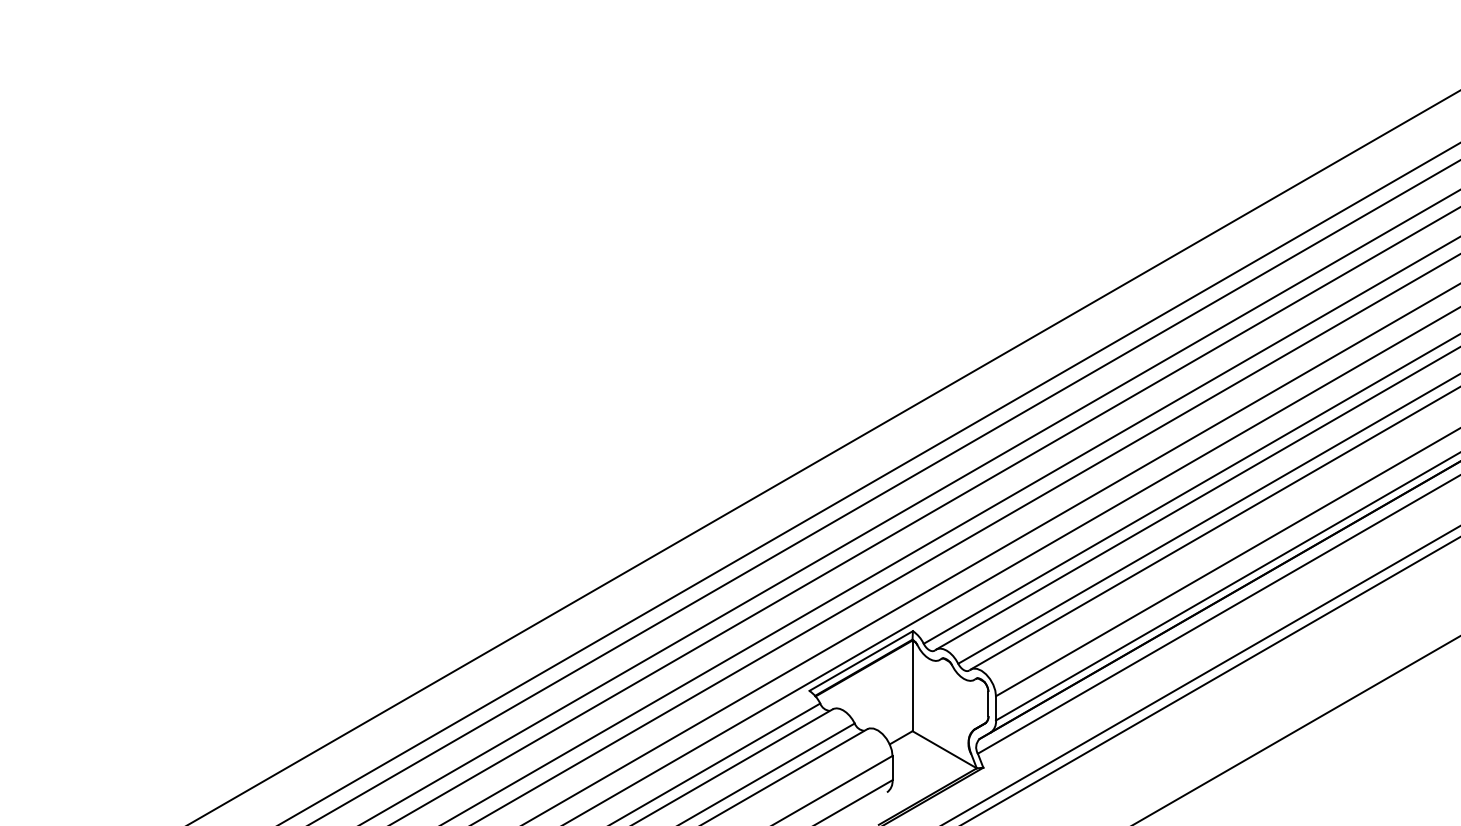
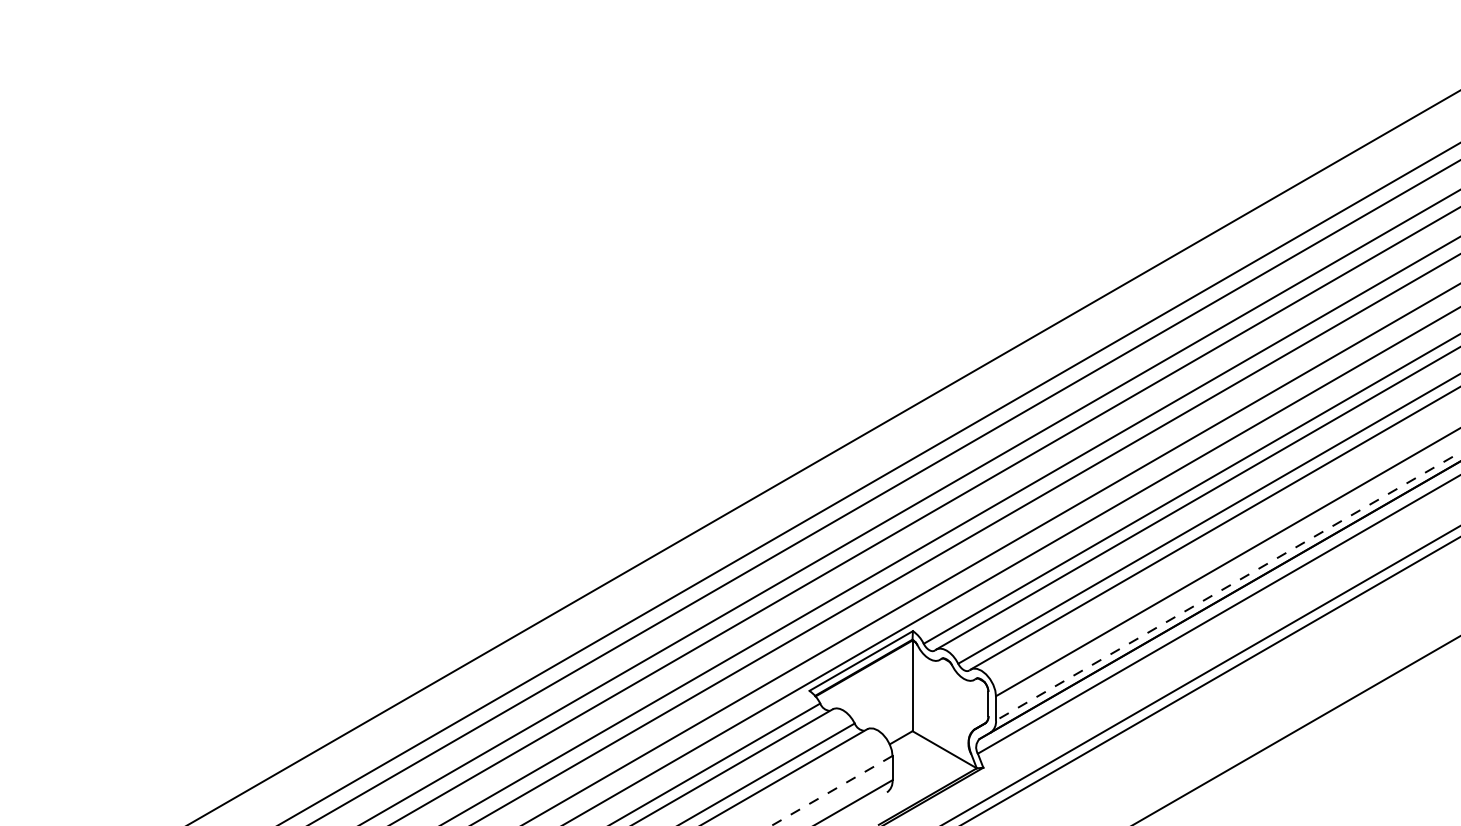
line at (1228, 586): solid -> dashed
line at (831, 790): solid -> dashed
